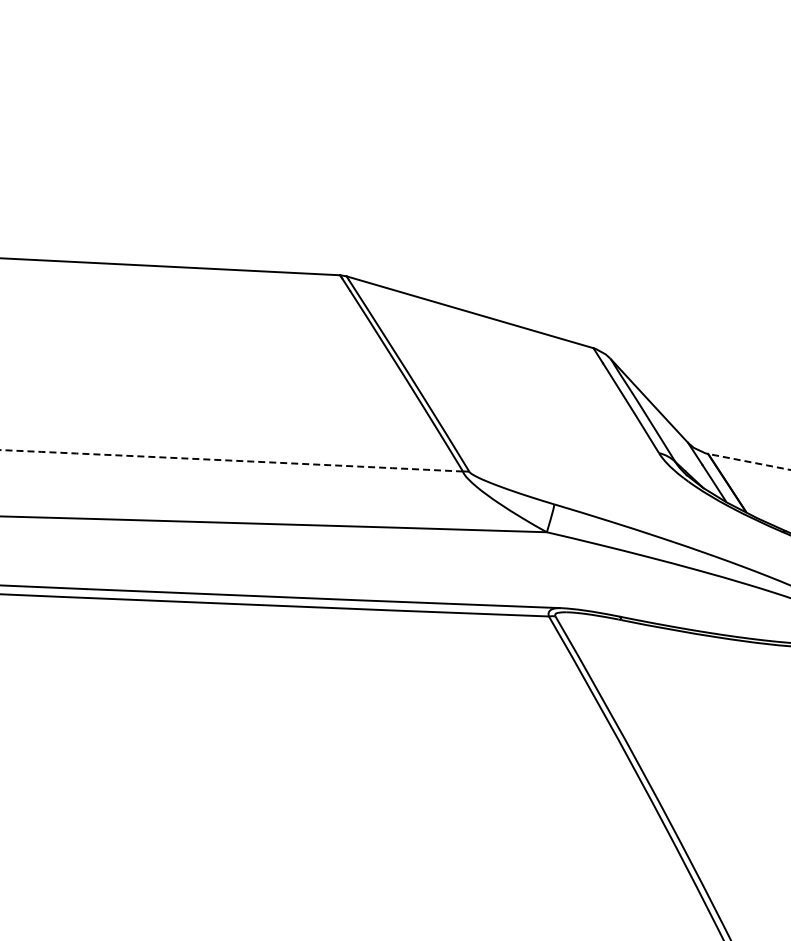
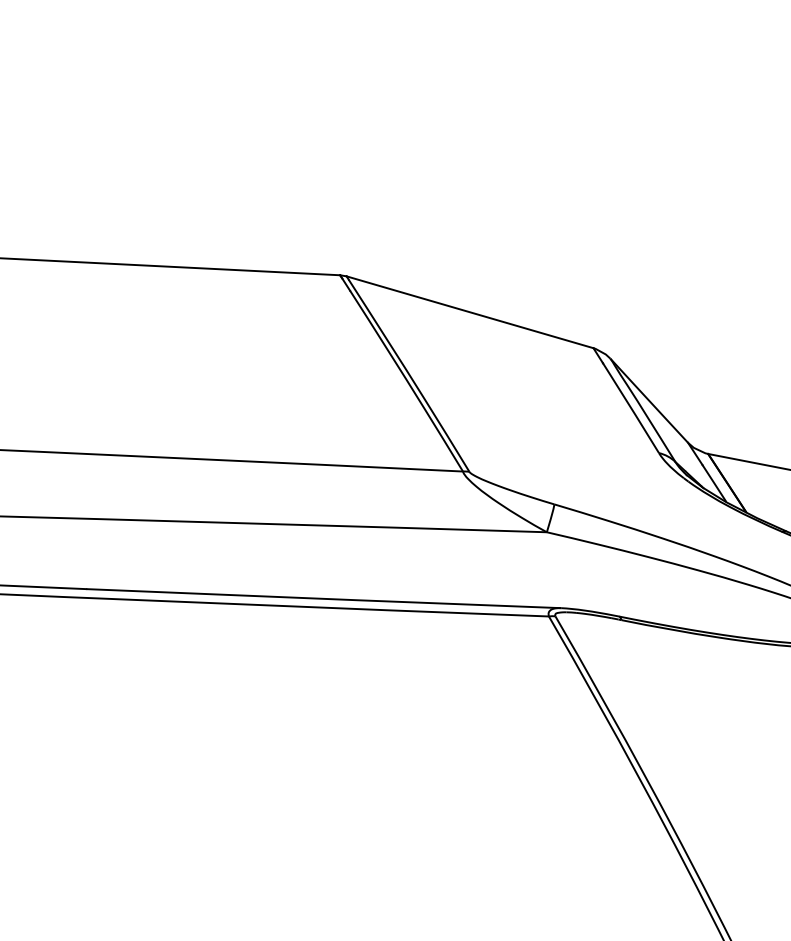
arc at (230, 460): dashed -> solid
line at (749, 461): dashed -> solid
